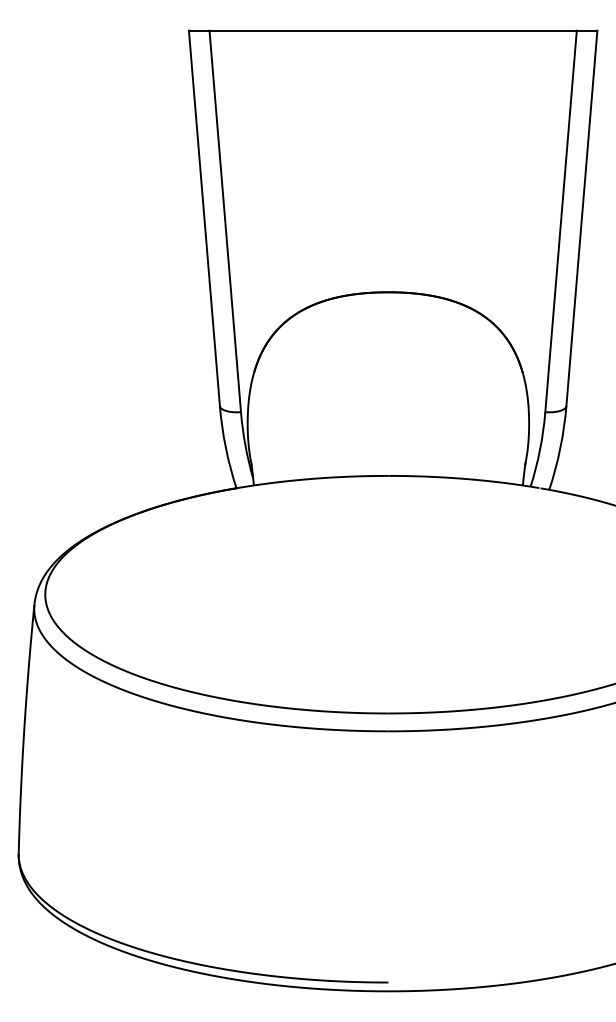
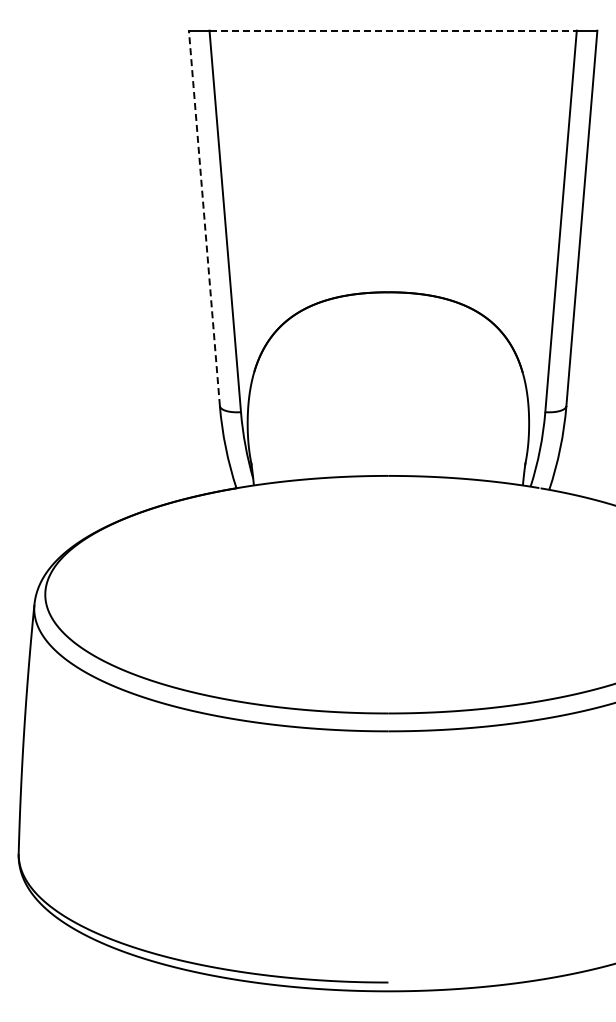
line at (393, 30): solid -> dashed
line at (204, 217): solid -> dashed
